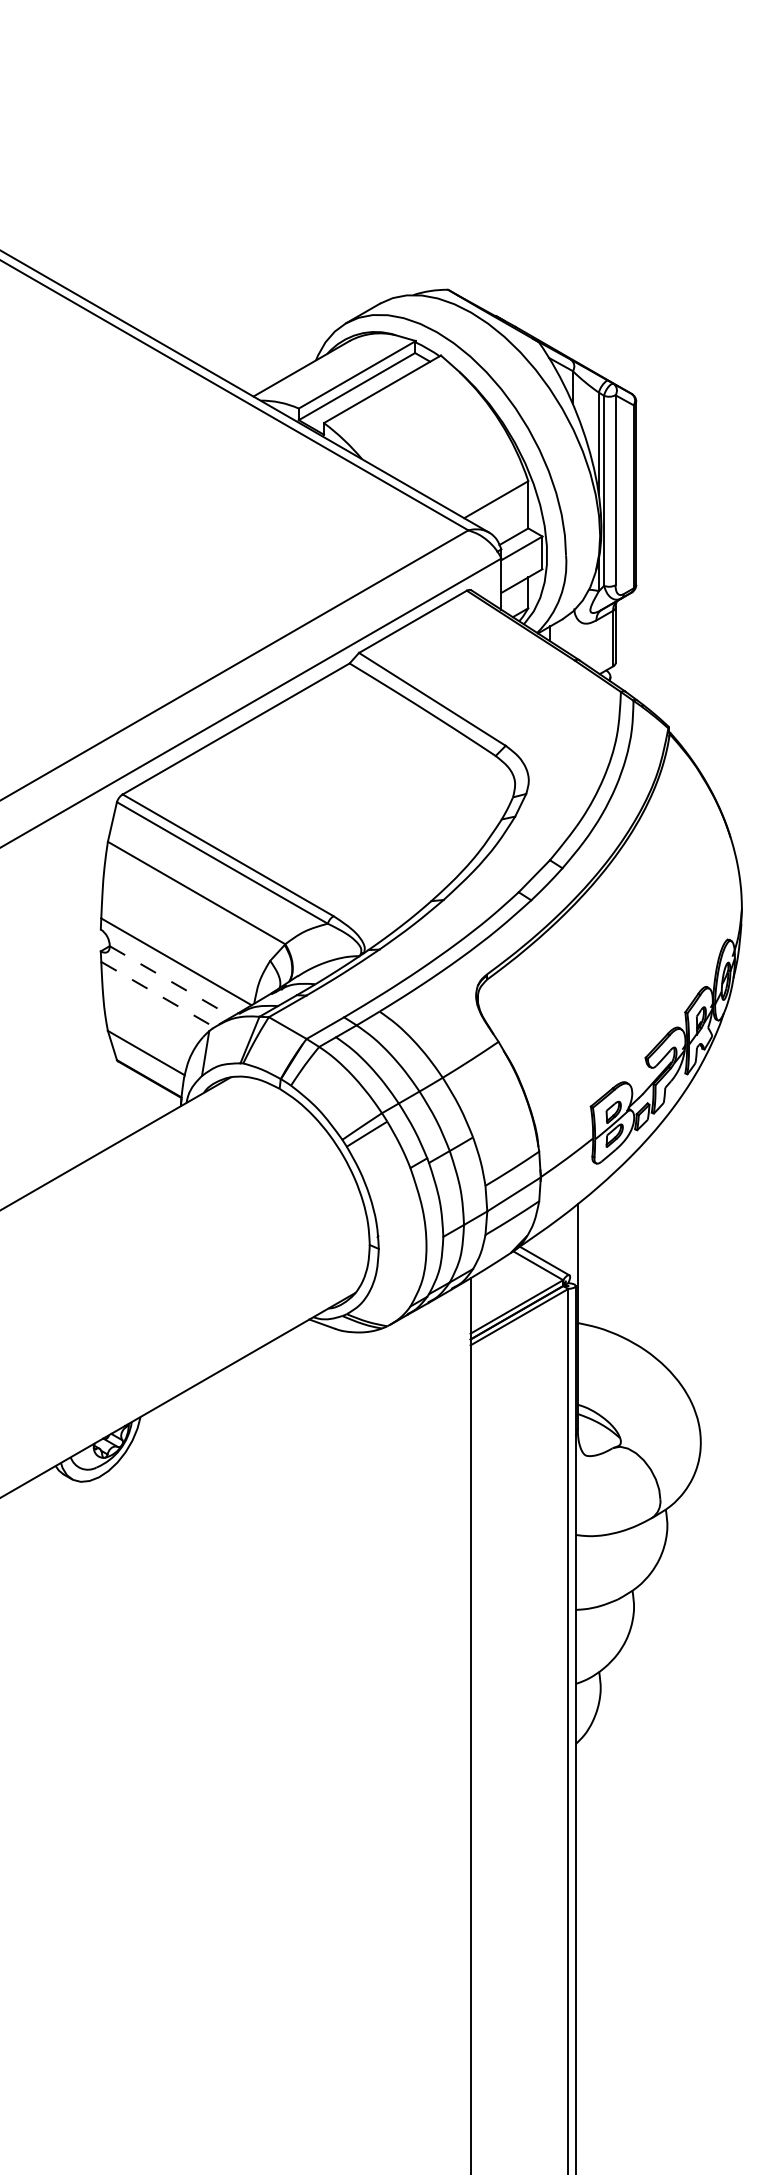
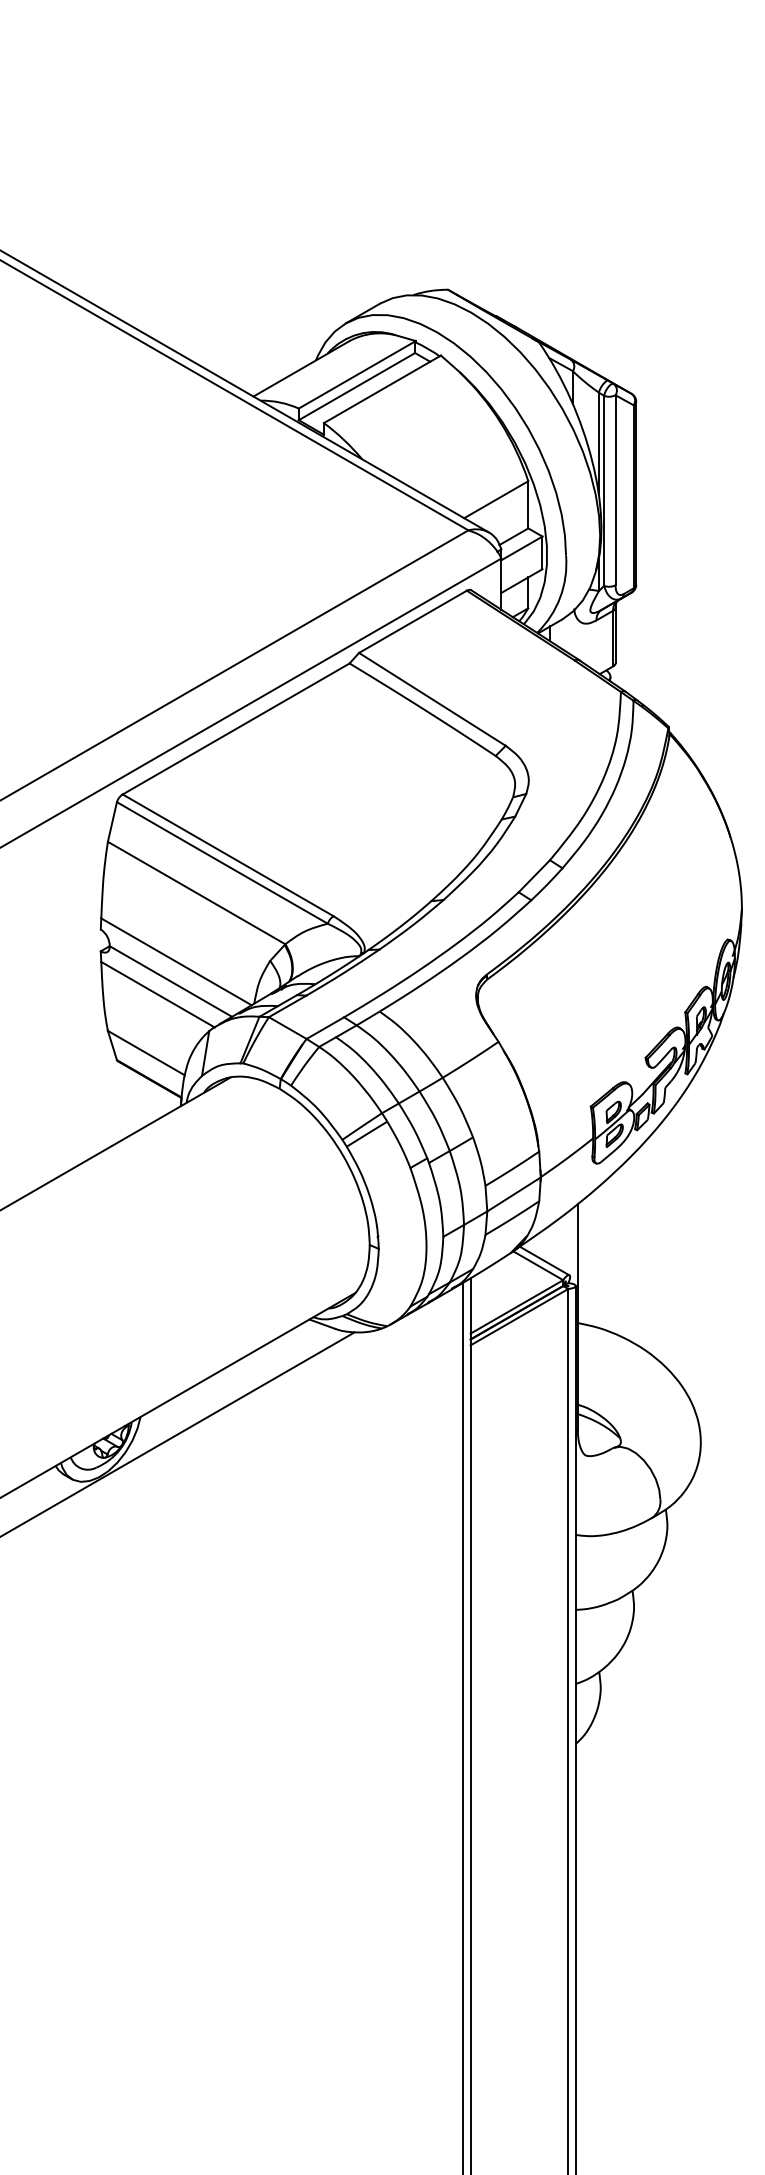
line at (170, 981): dashed -> solid
line at (158, 994): dashed -> solid
line at (178, 1433): none -> present
line at (463, 1726): none -> present
